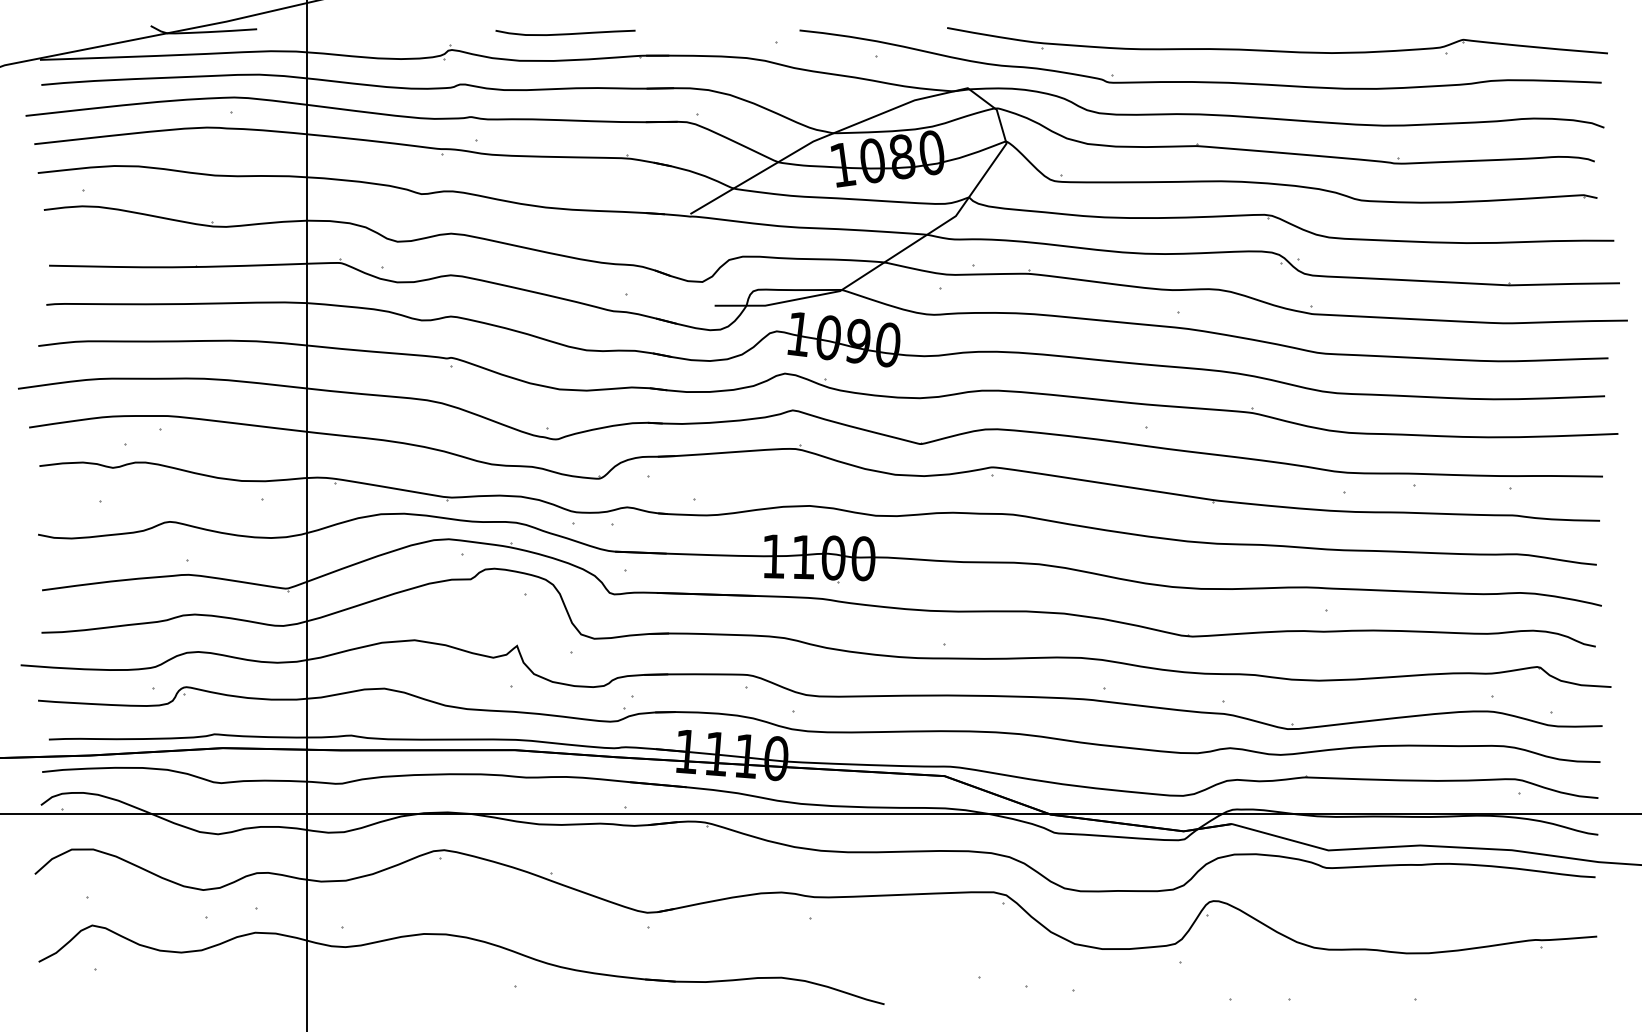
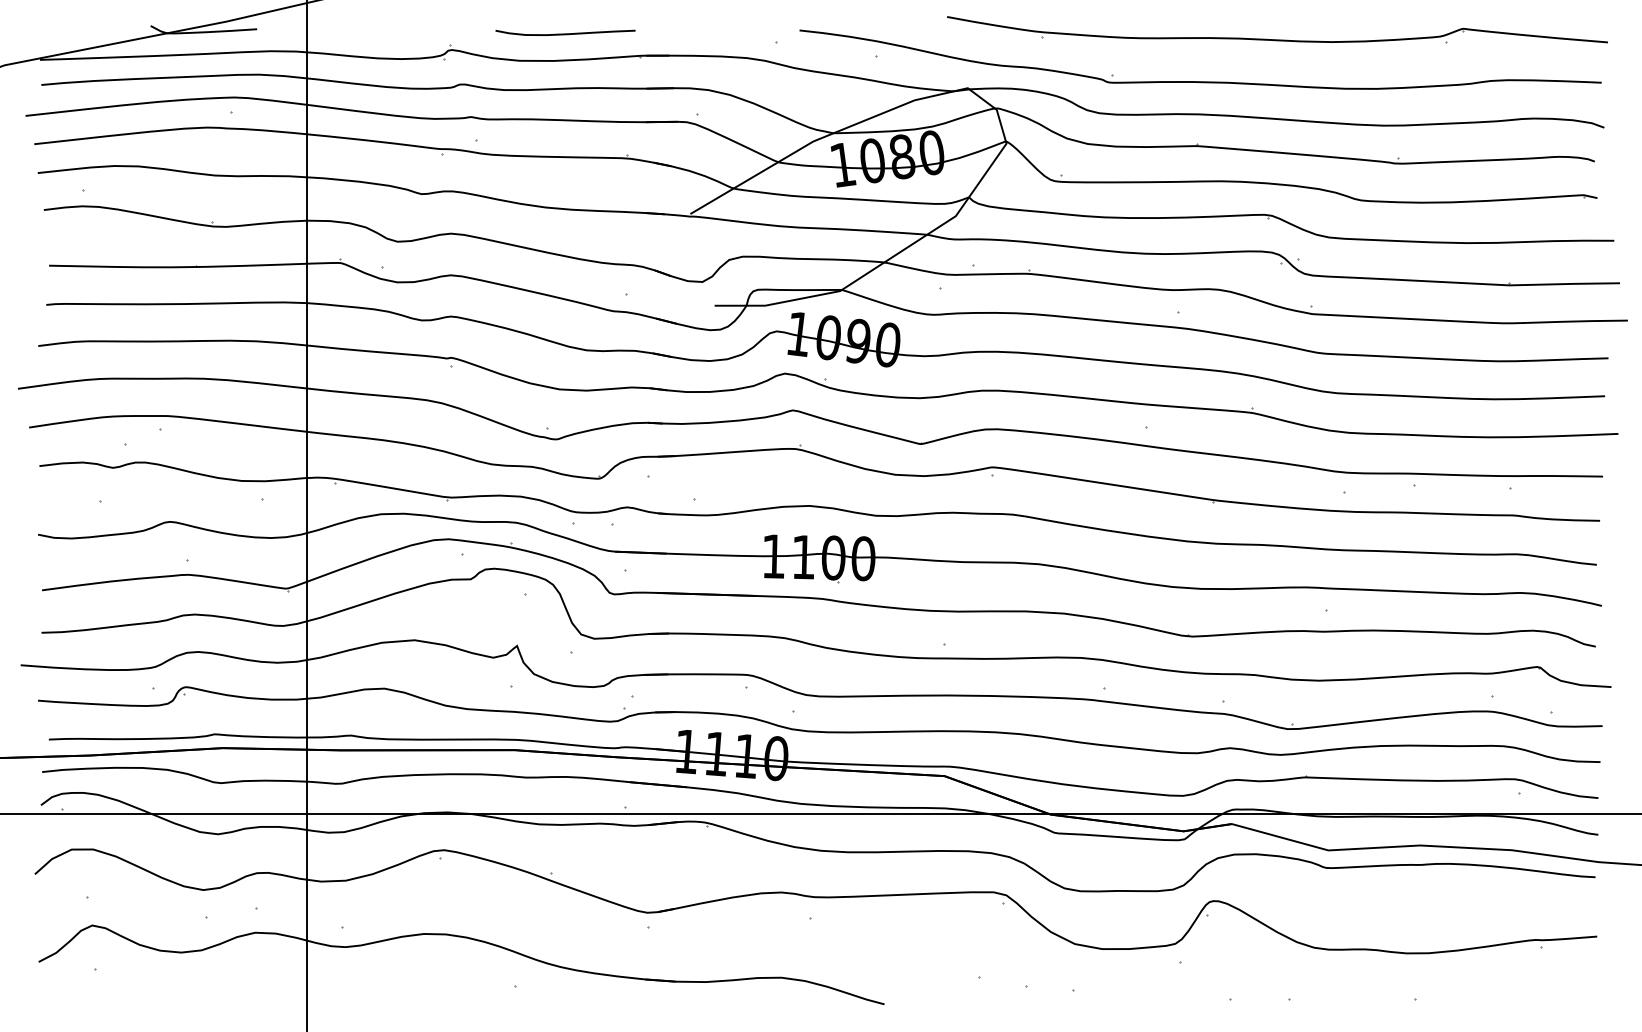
part at (1277, 50) position: (1277, 50) -> (1277, 39)
